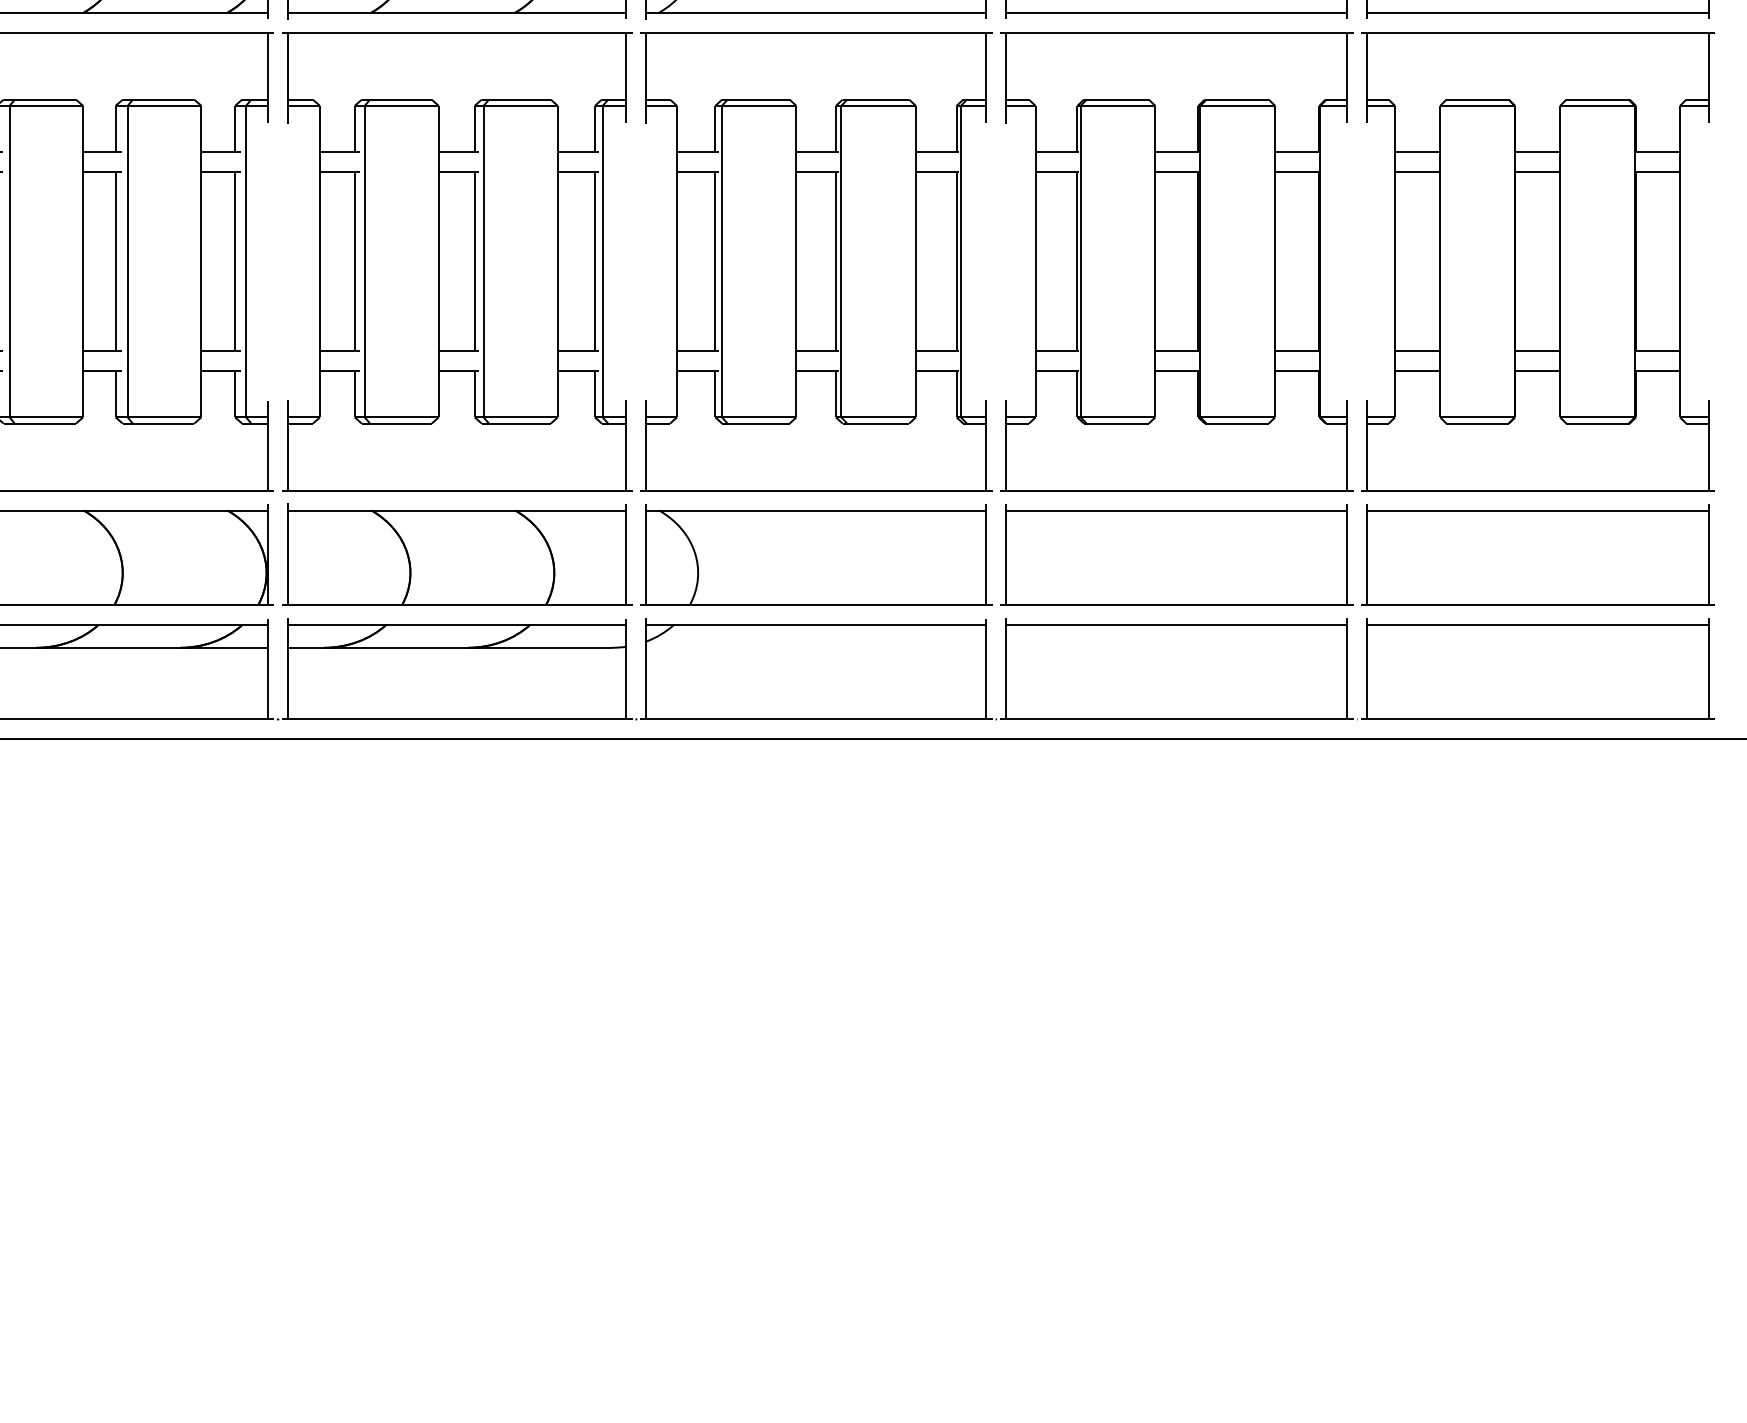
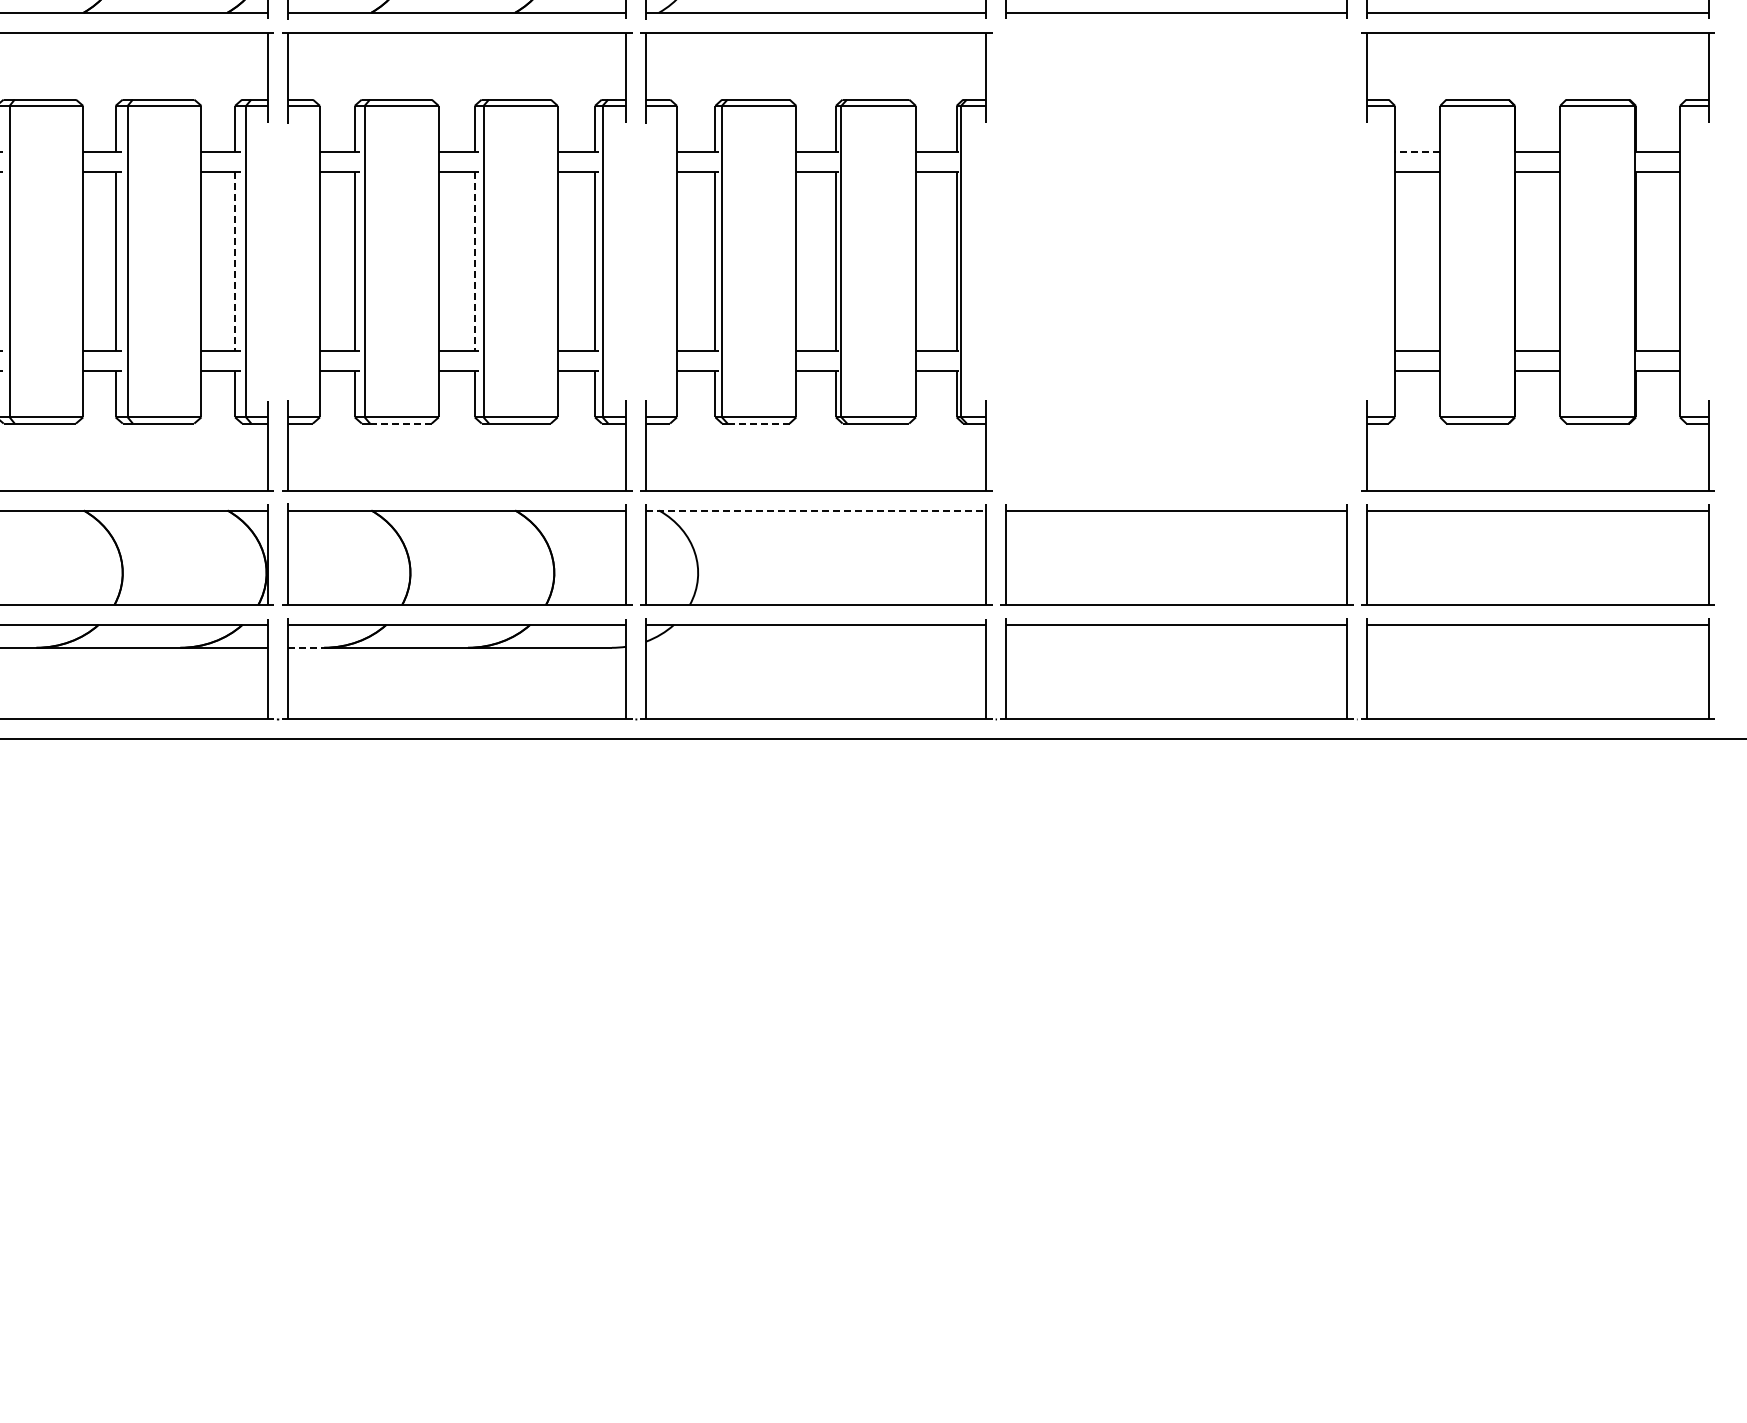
line at (1417, 151): solid -> dashed
line at (235, 261): solid -> dashed
line at (474, 261): solid -> dashed
part at (1176, 261): present -> none
line at (400, 423): solid -> dashed
line at (759, 423): solid -> dashed
line at (816, 510): solid -> dashed
line at (306, 647): solid -> dashed
